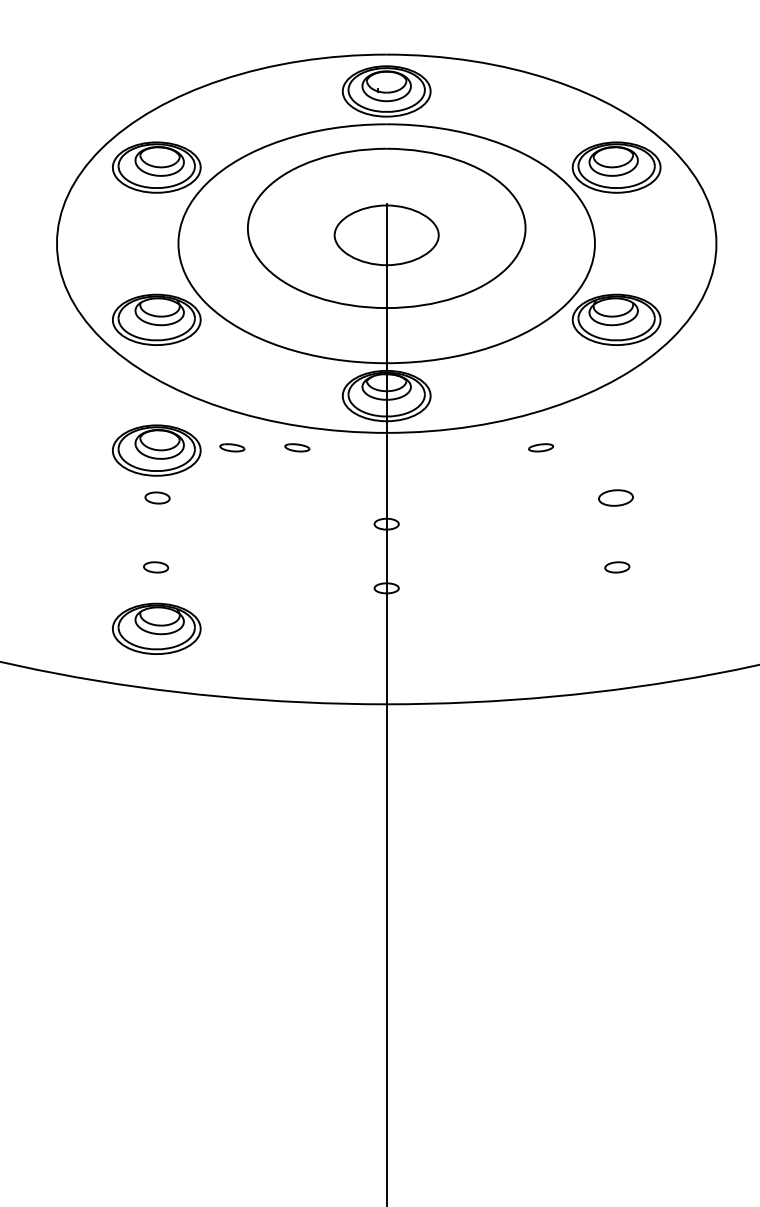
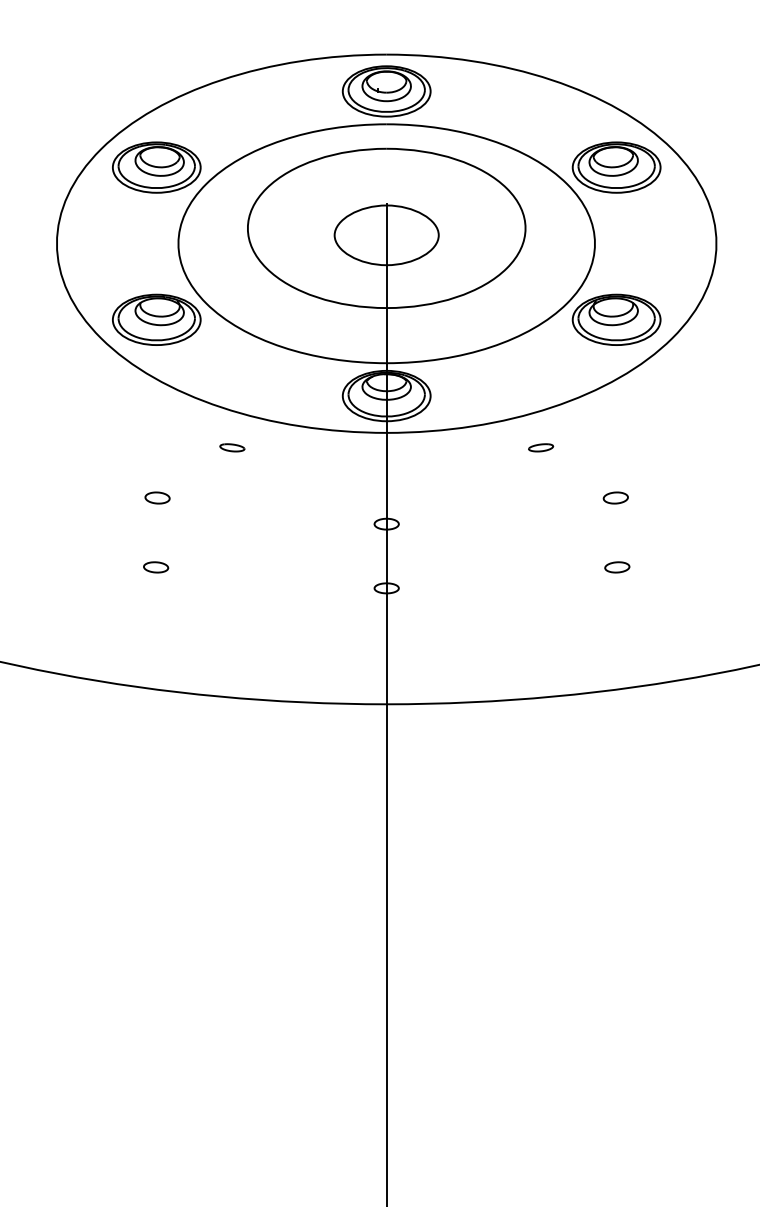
part at (297, 447): present -> none
part at (156, 450): present -> none
part at (615, 497) size: 36x18 px -> 27x14 px
part at (156, 628): present -> none
